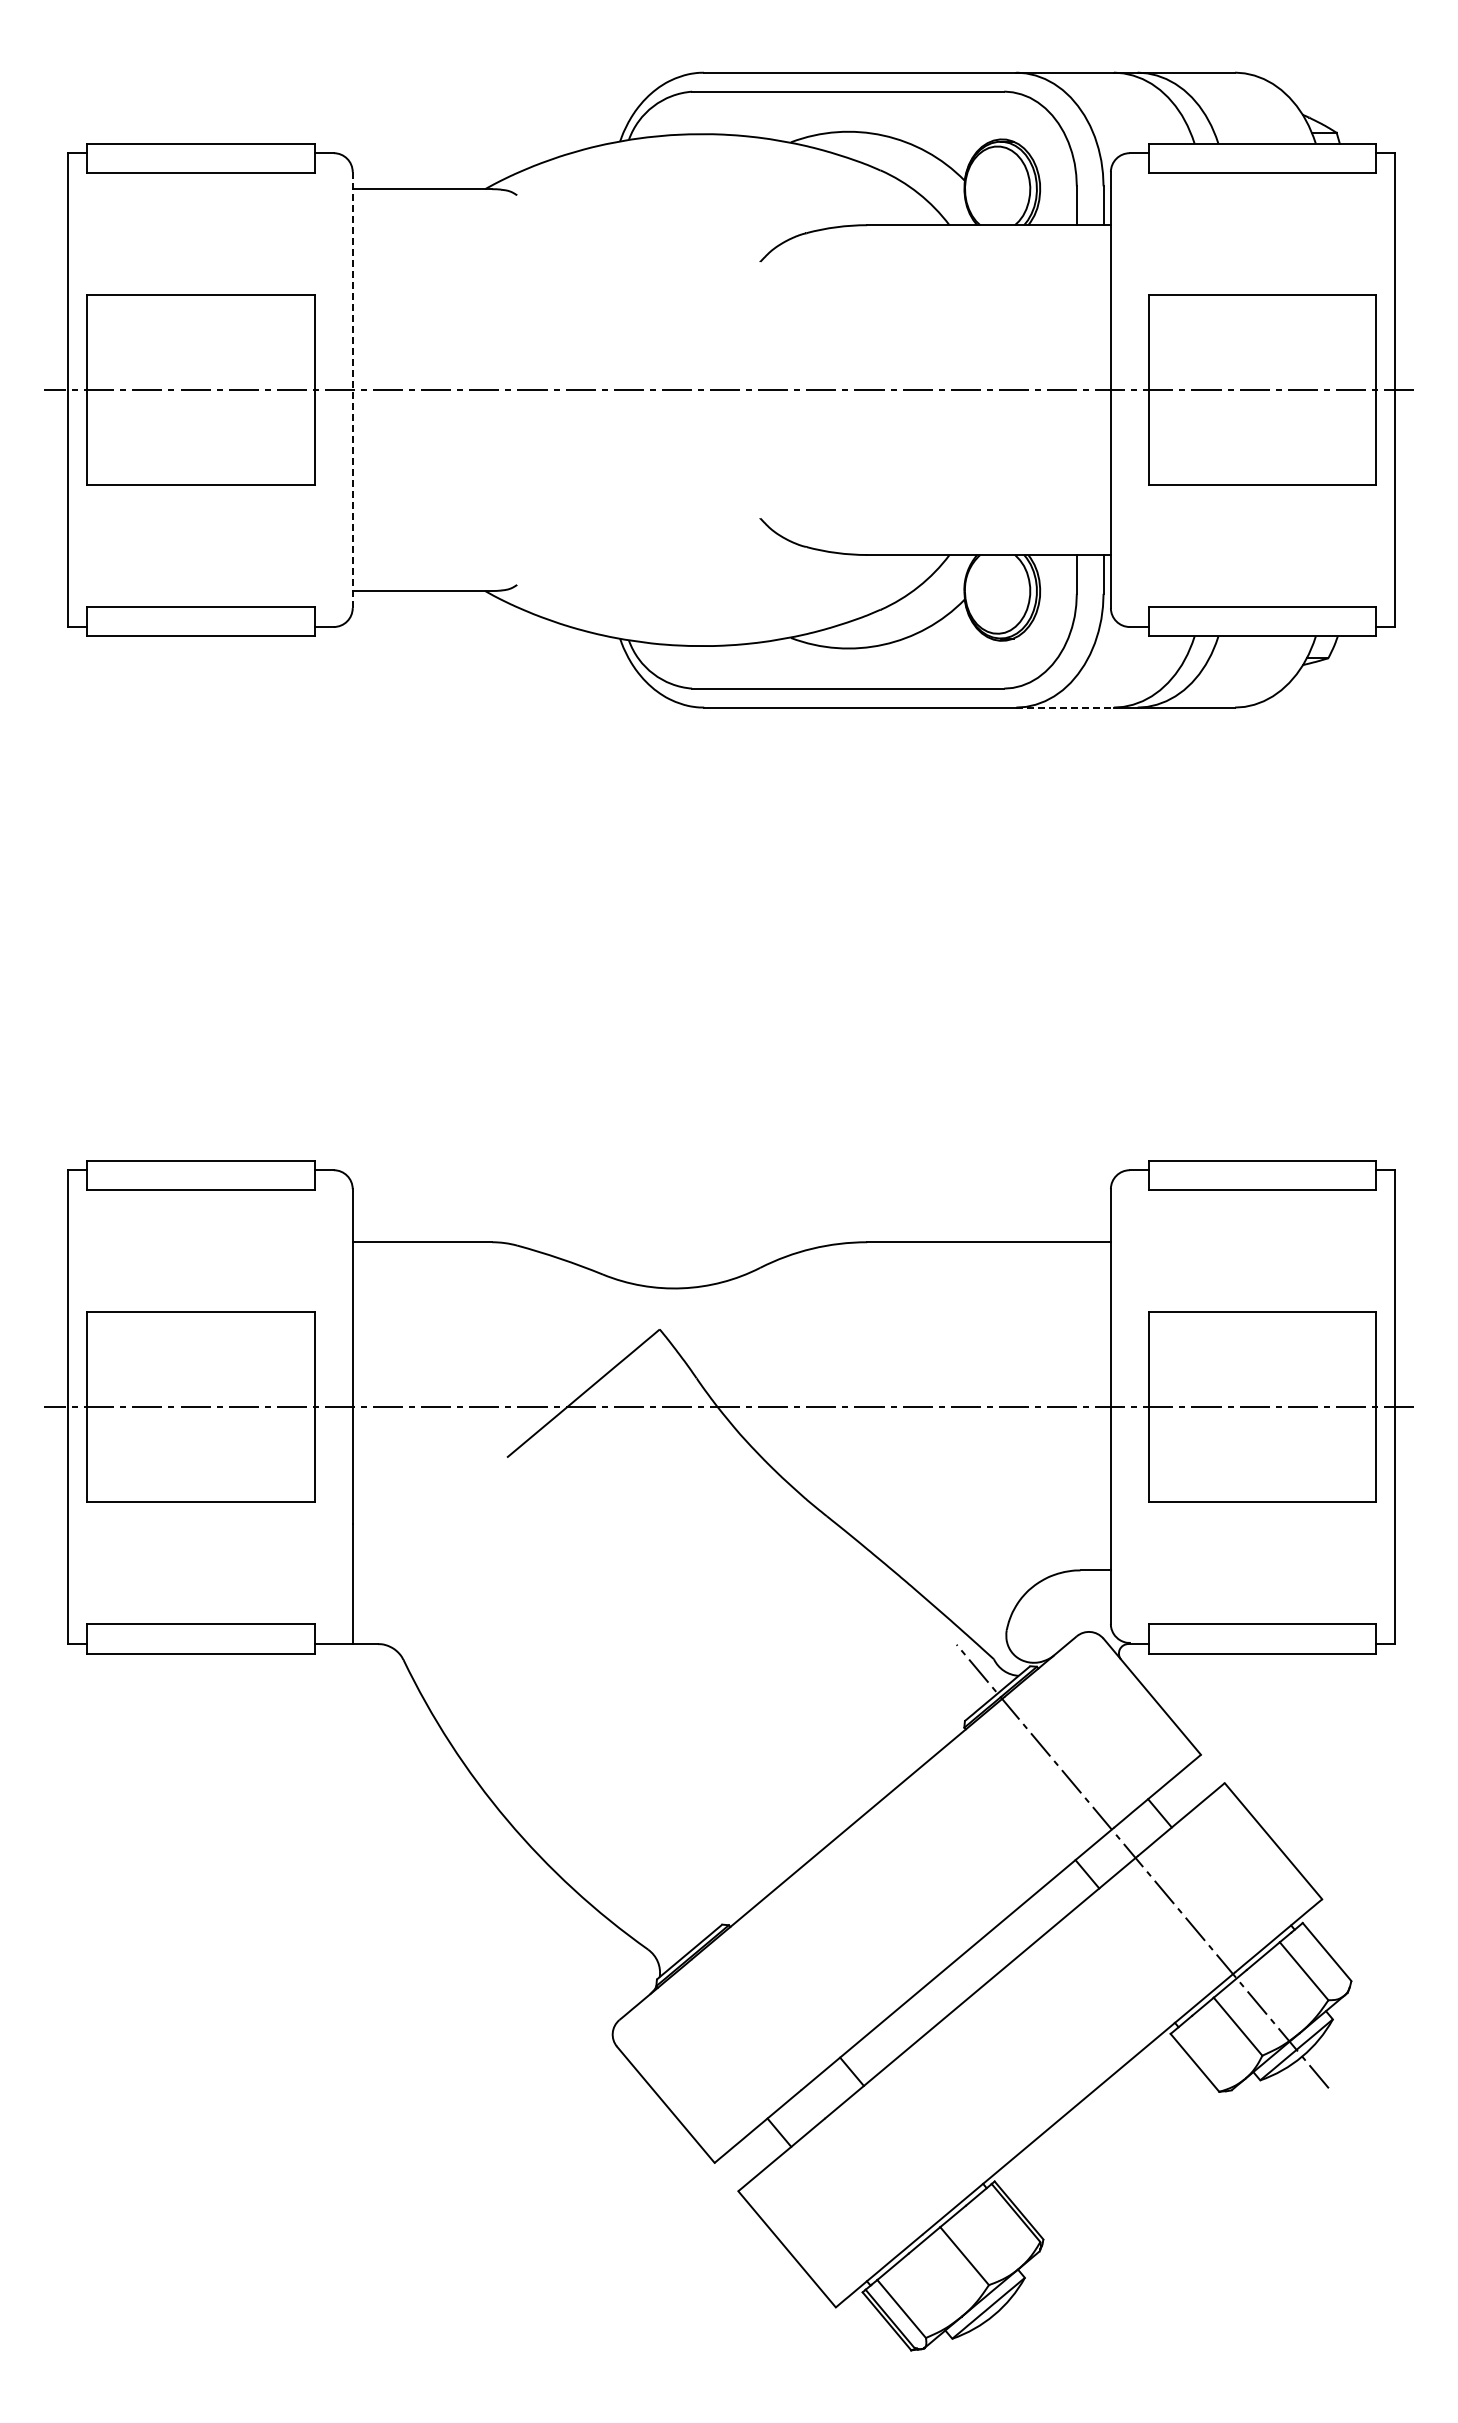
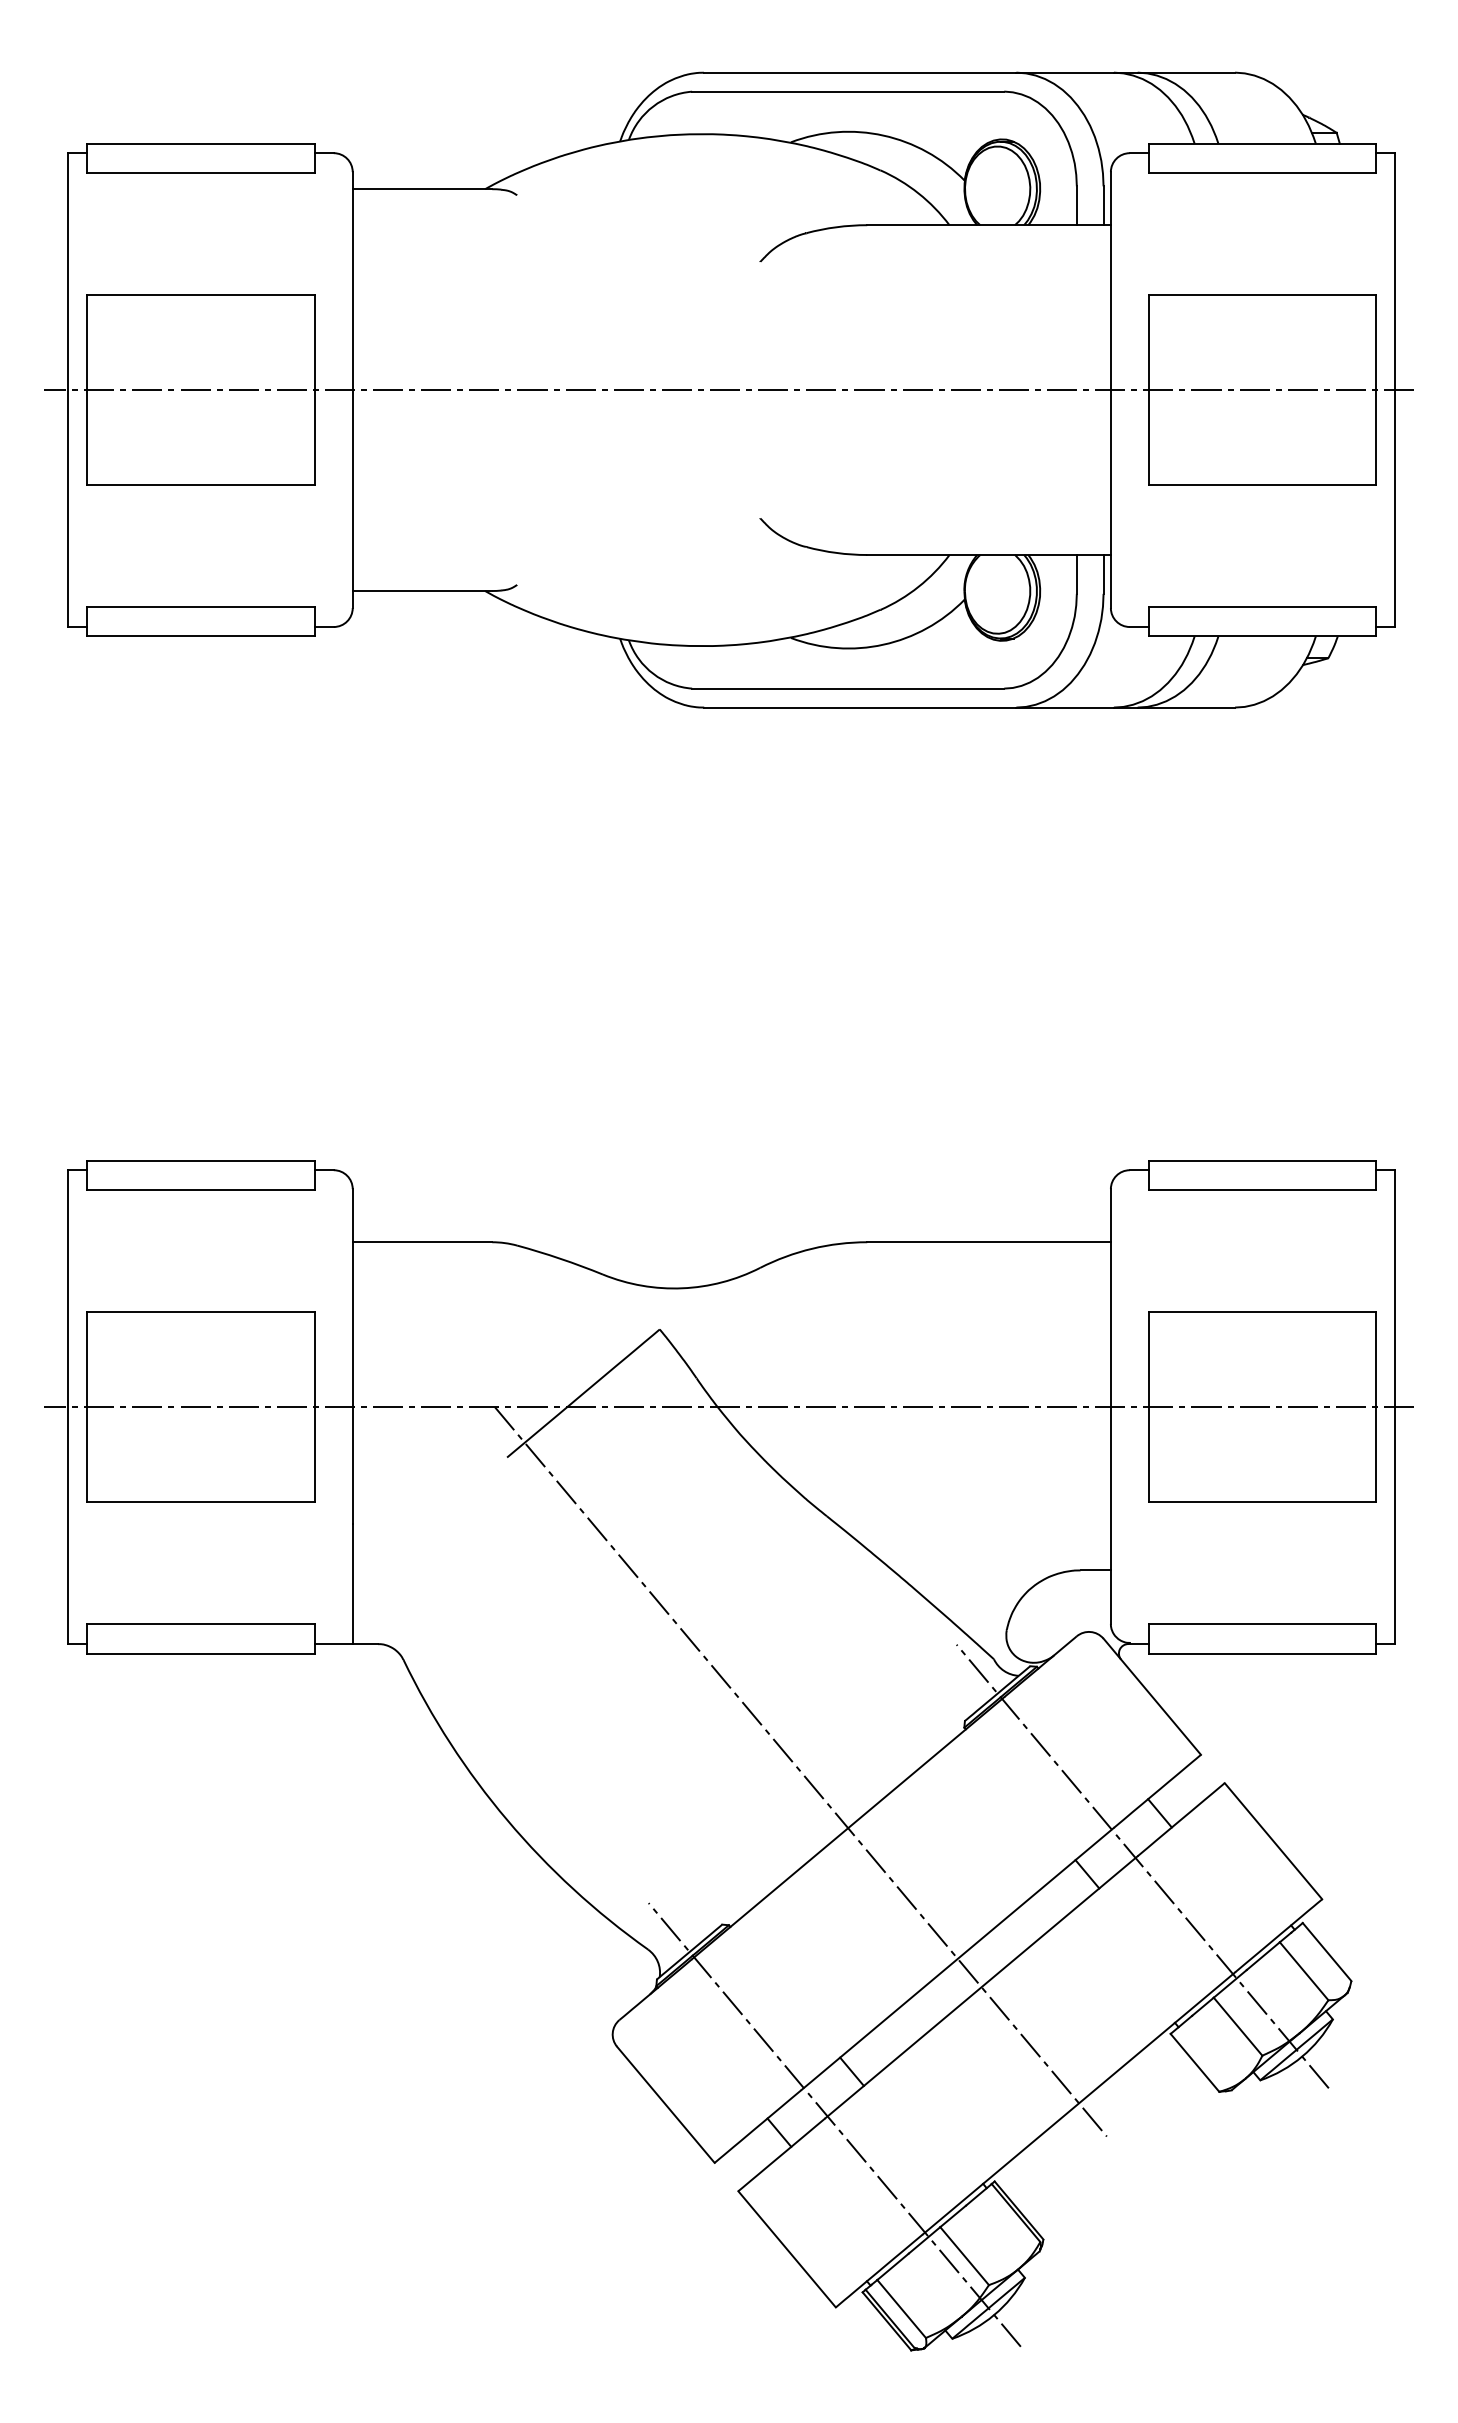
line at (352, 390): dashed -> solid
line at (1065, 707): dashed -> solid
line at (800, 1771): none -> present
line at (834, 2124): none -> present
